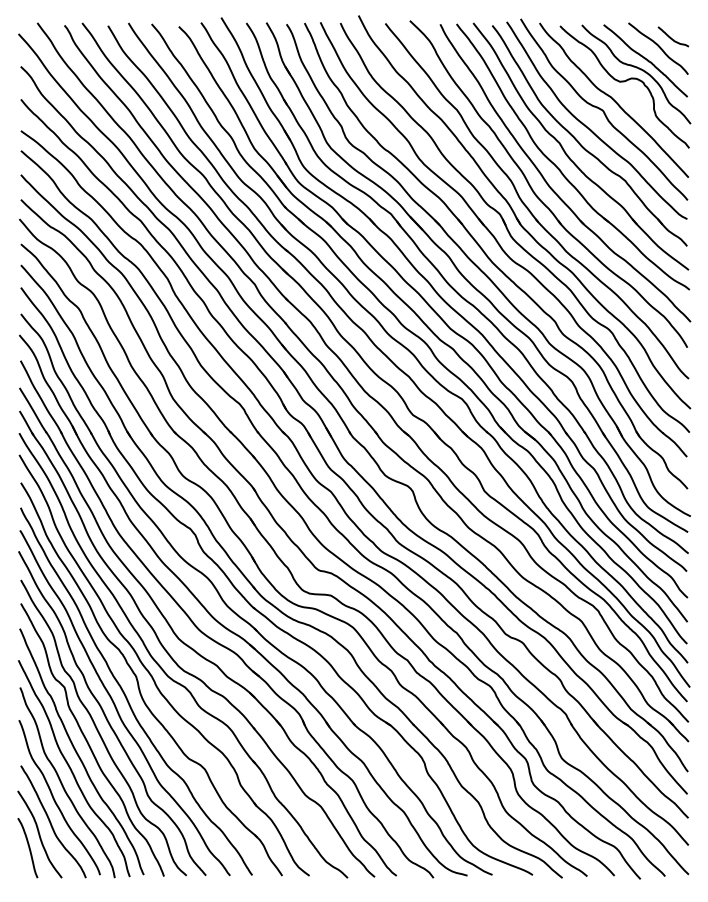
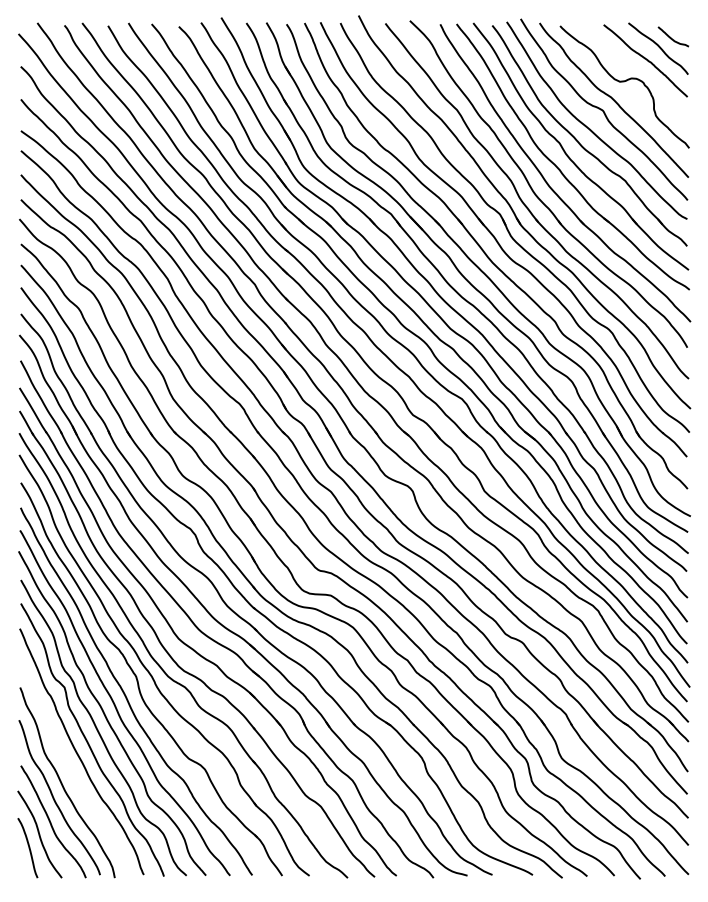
curve at (638, 69): present -> none
curve at (72, 770): present -> none
